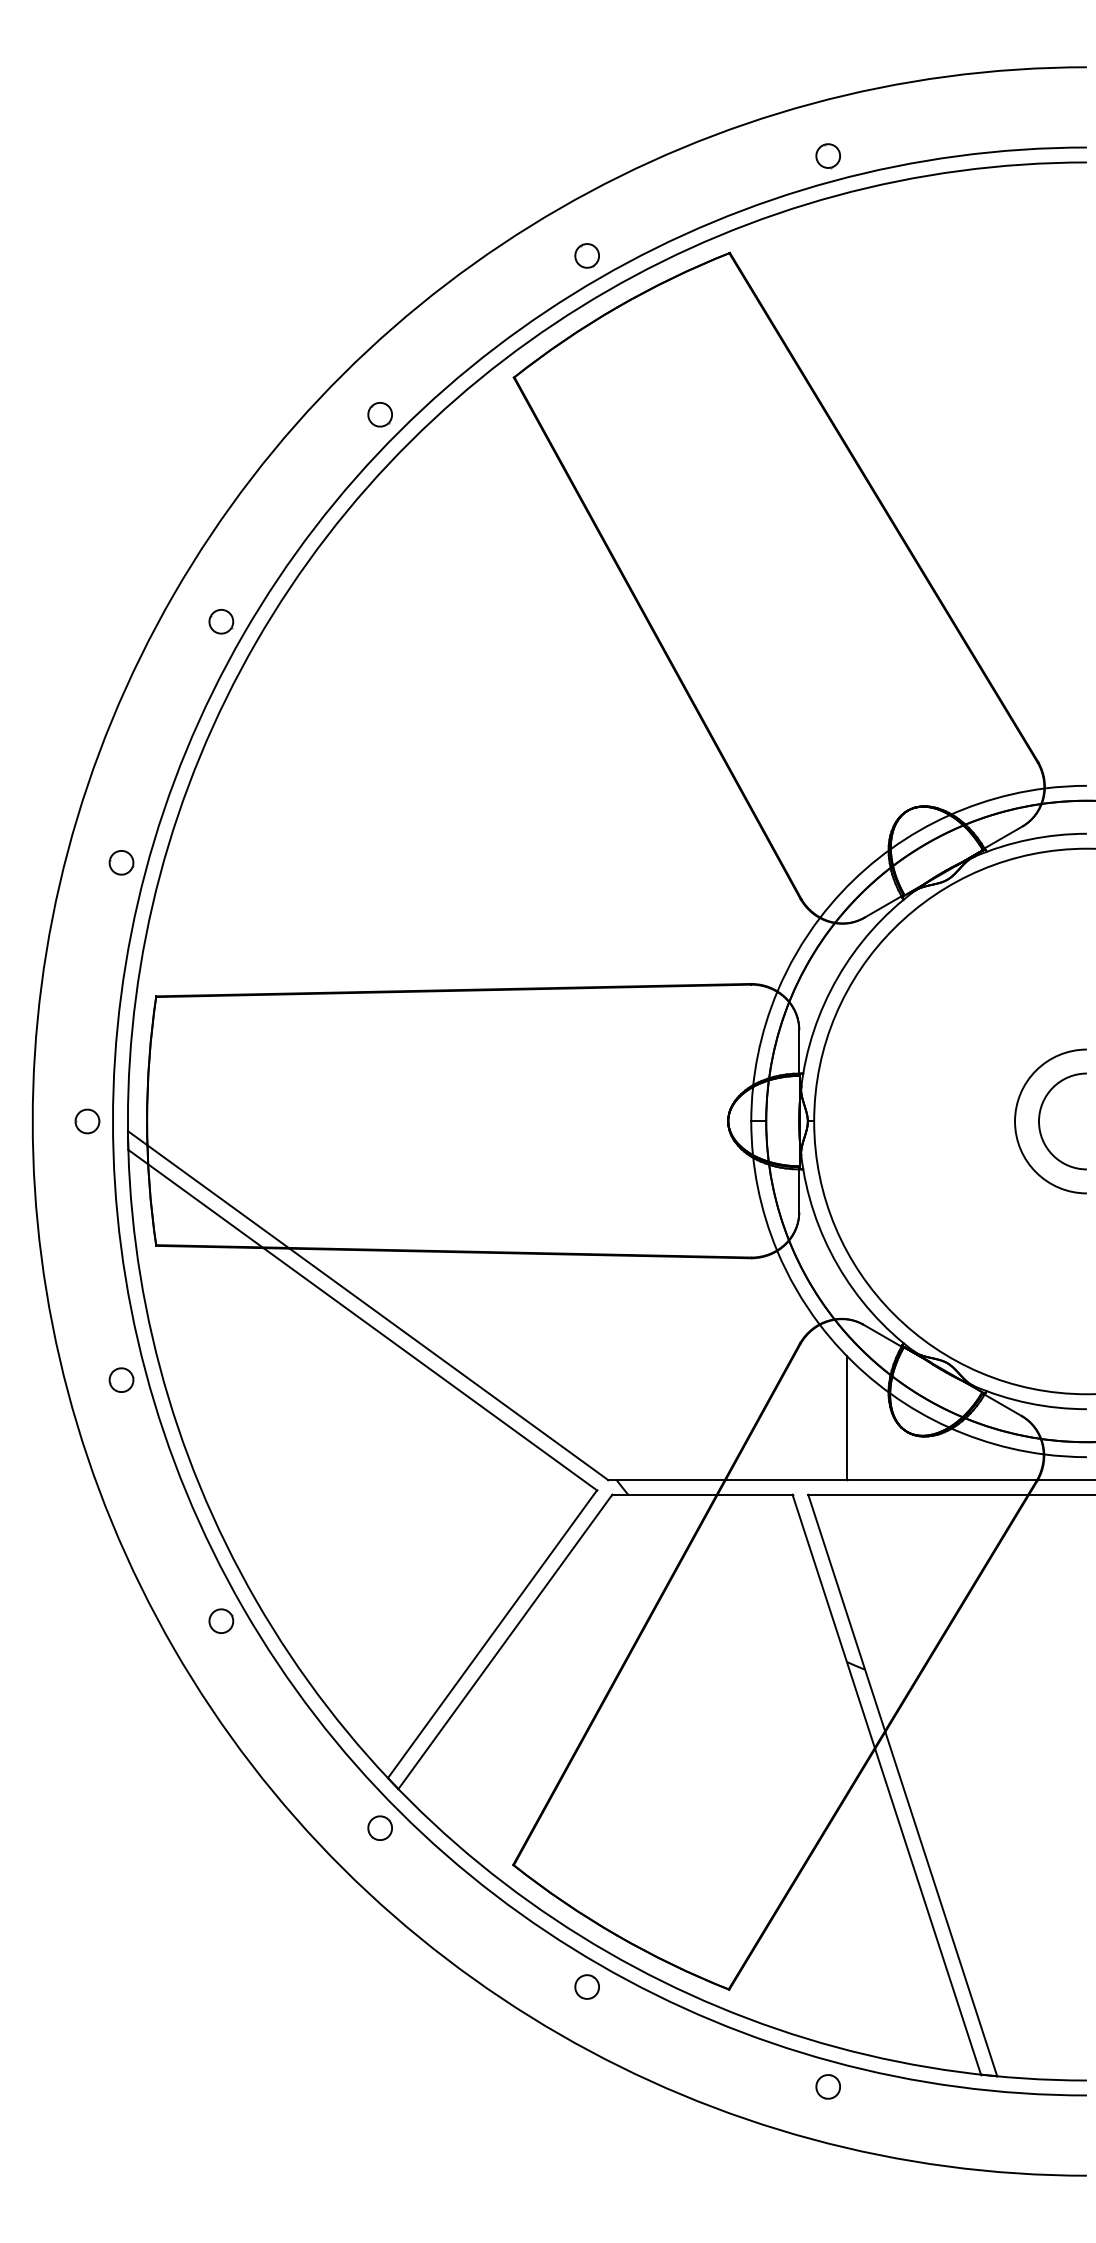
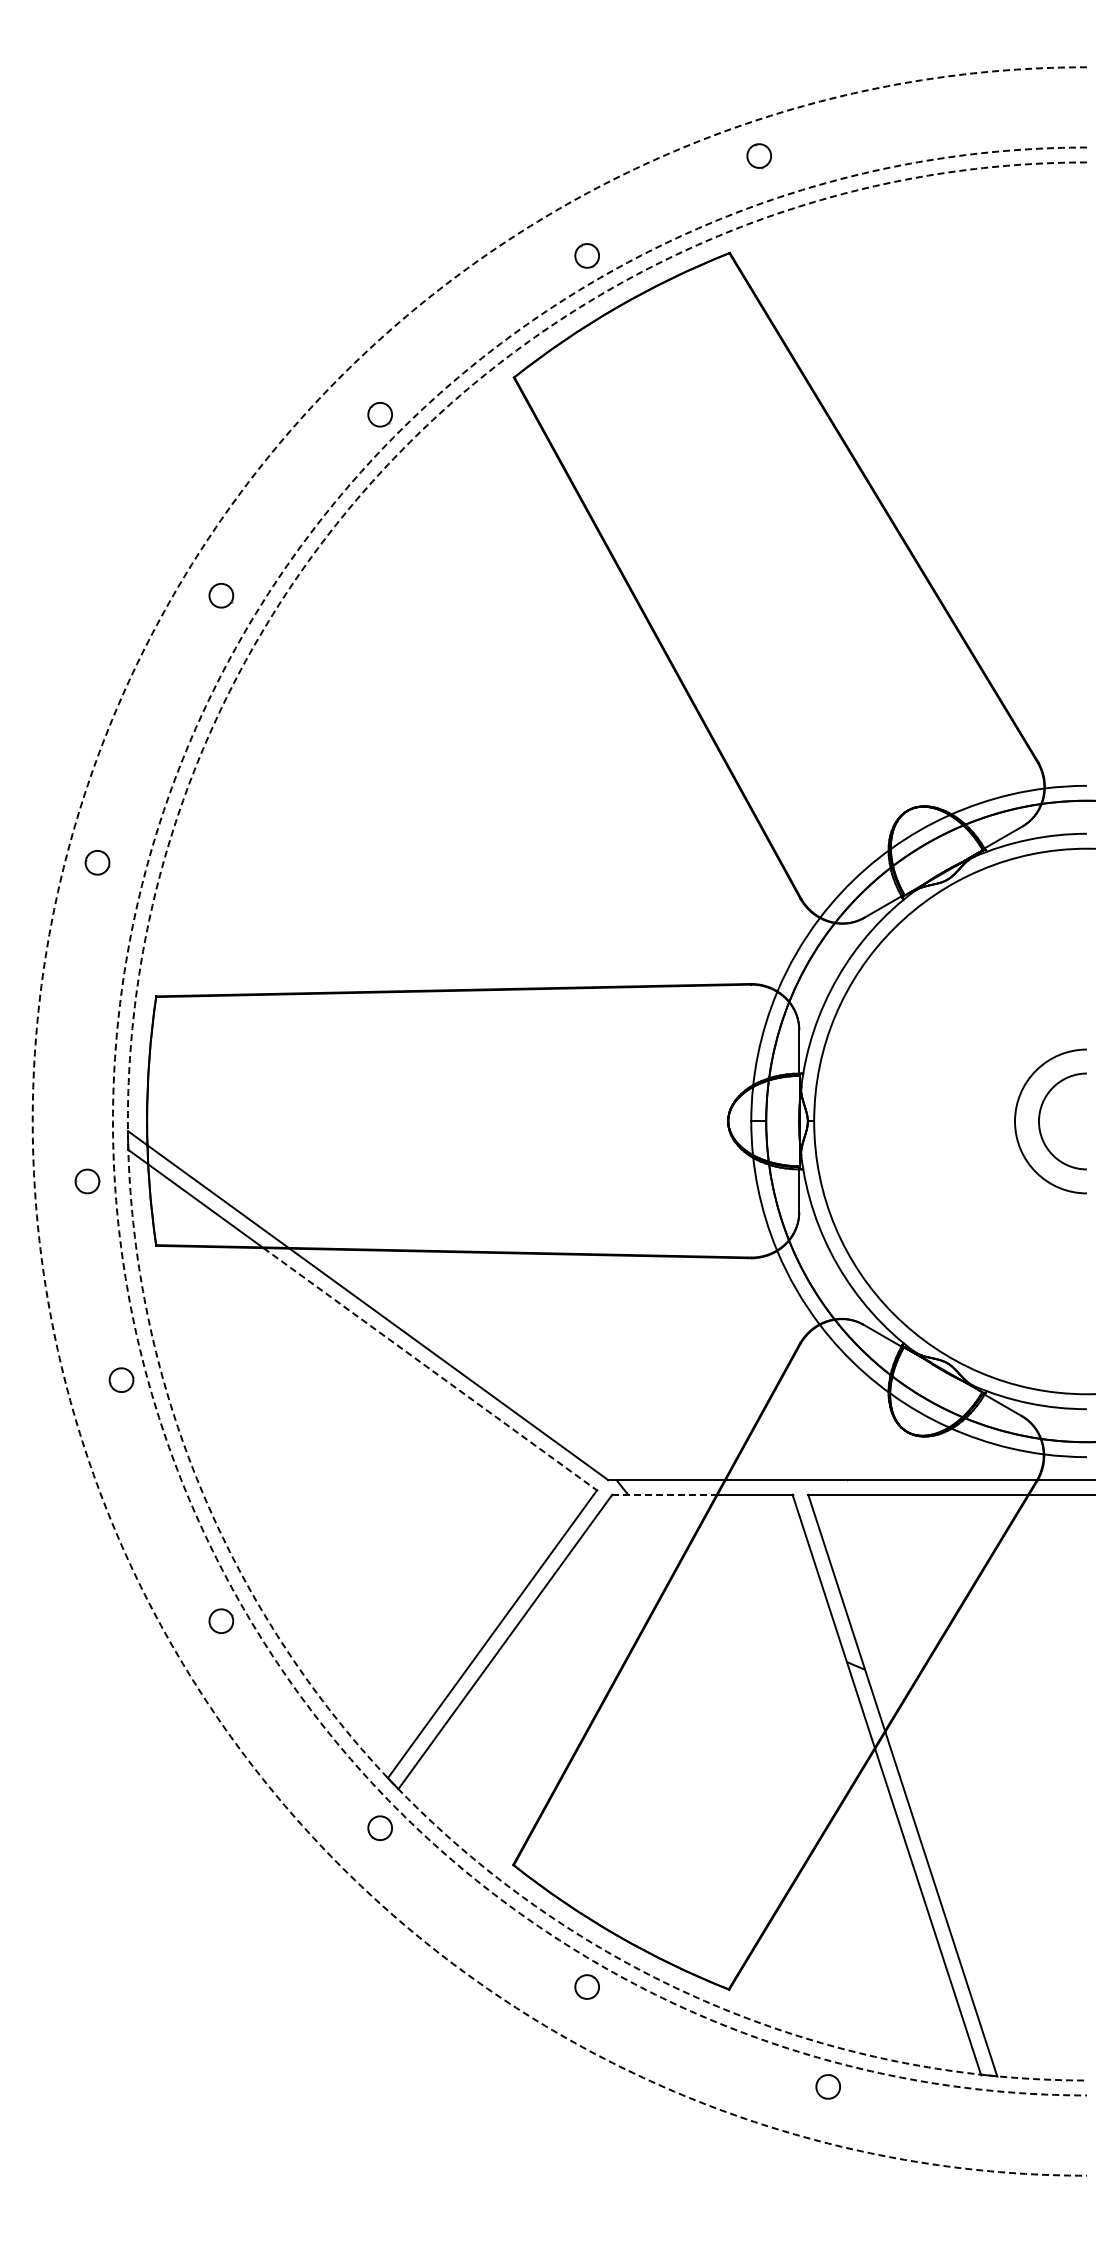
part at (827, 156) position: (827, 156) -> (758, 156)
part at (221, 621) position: (221, 621) -> (221, 595)
part at (121, 862) position: (121, 862) -> (97, 862)
arc at (32, 1121): solid -> dashed
part at (87, 1121) position: (87, 1121) -> (87, 1181)
arc at (112, 1121): solid -> dashed
arc at (127, 1121): solid -> dashed
line at (430, 1369): solid -> dashed
line at (847, 1417): present -> none
line at (665, 1494): solid -> dashed
